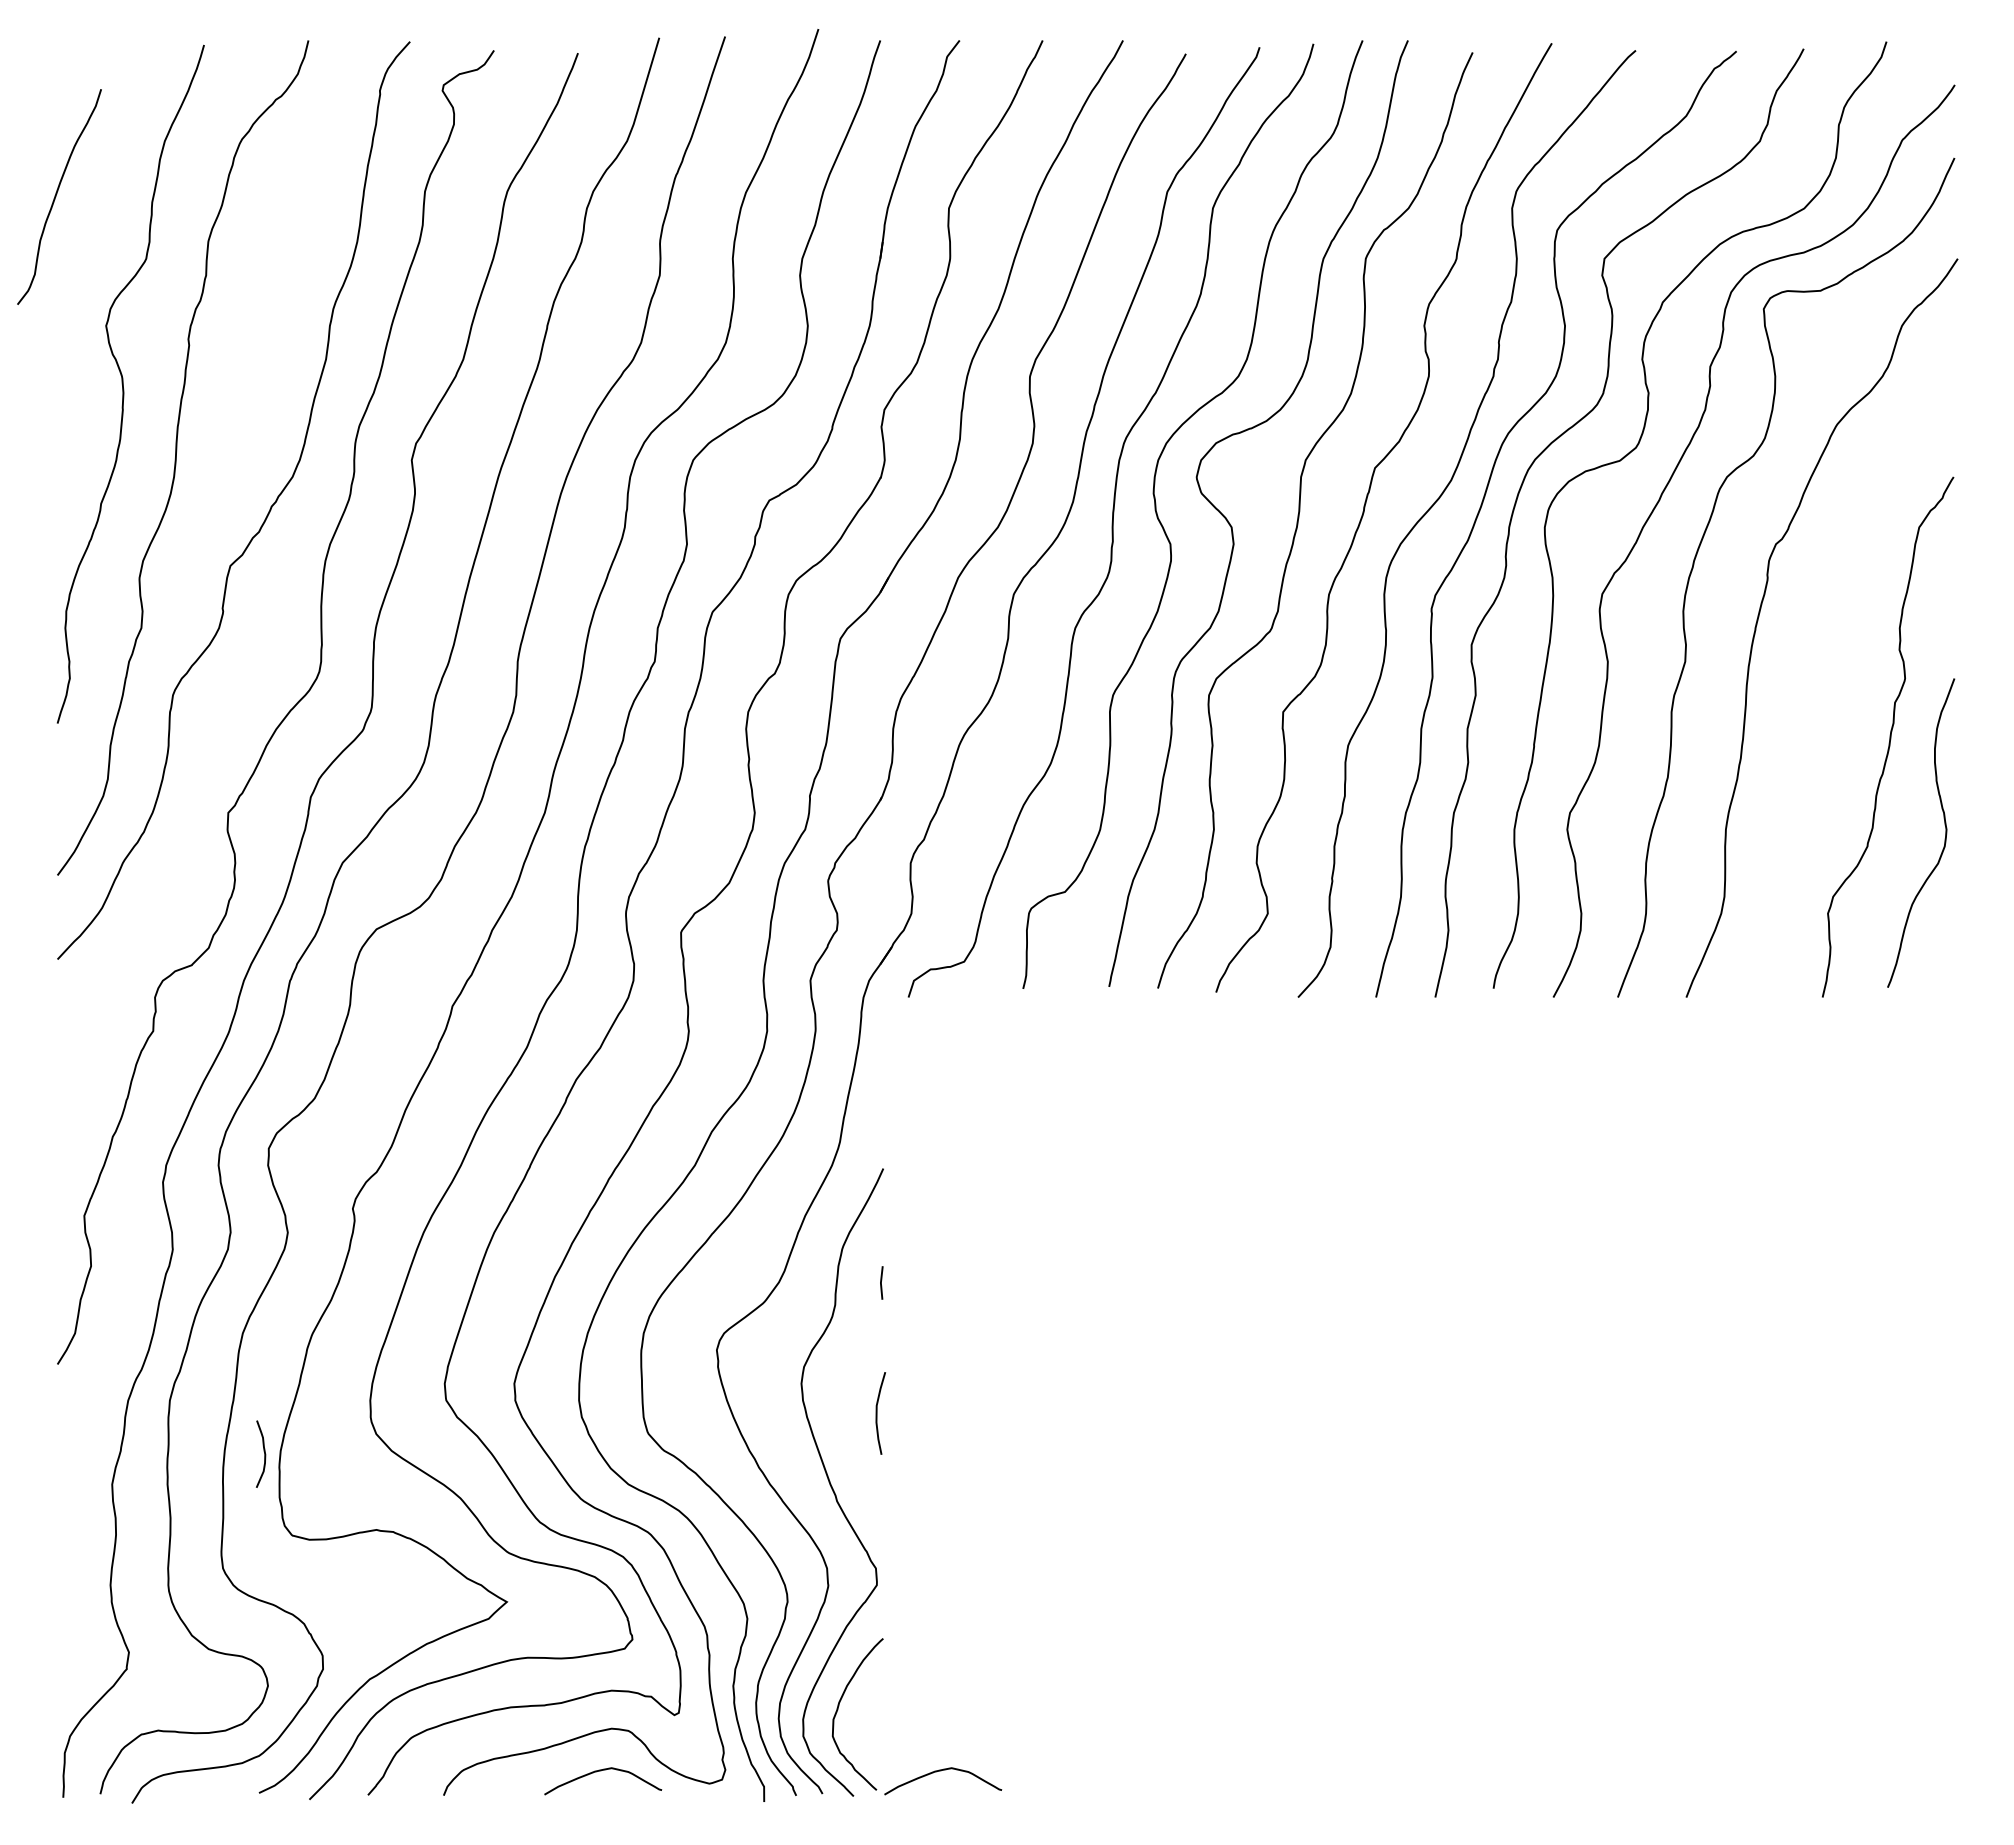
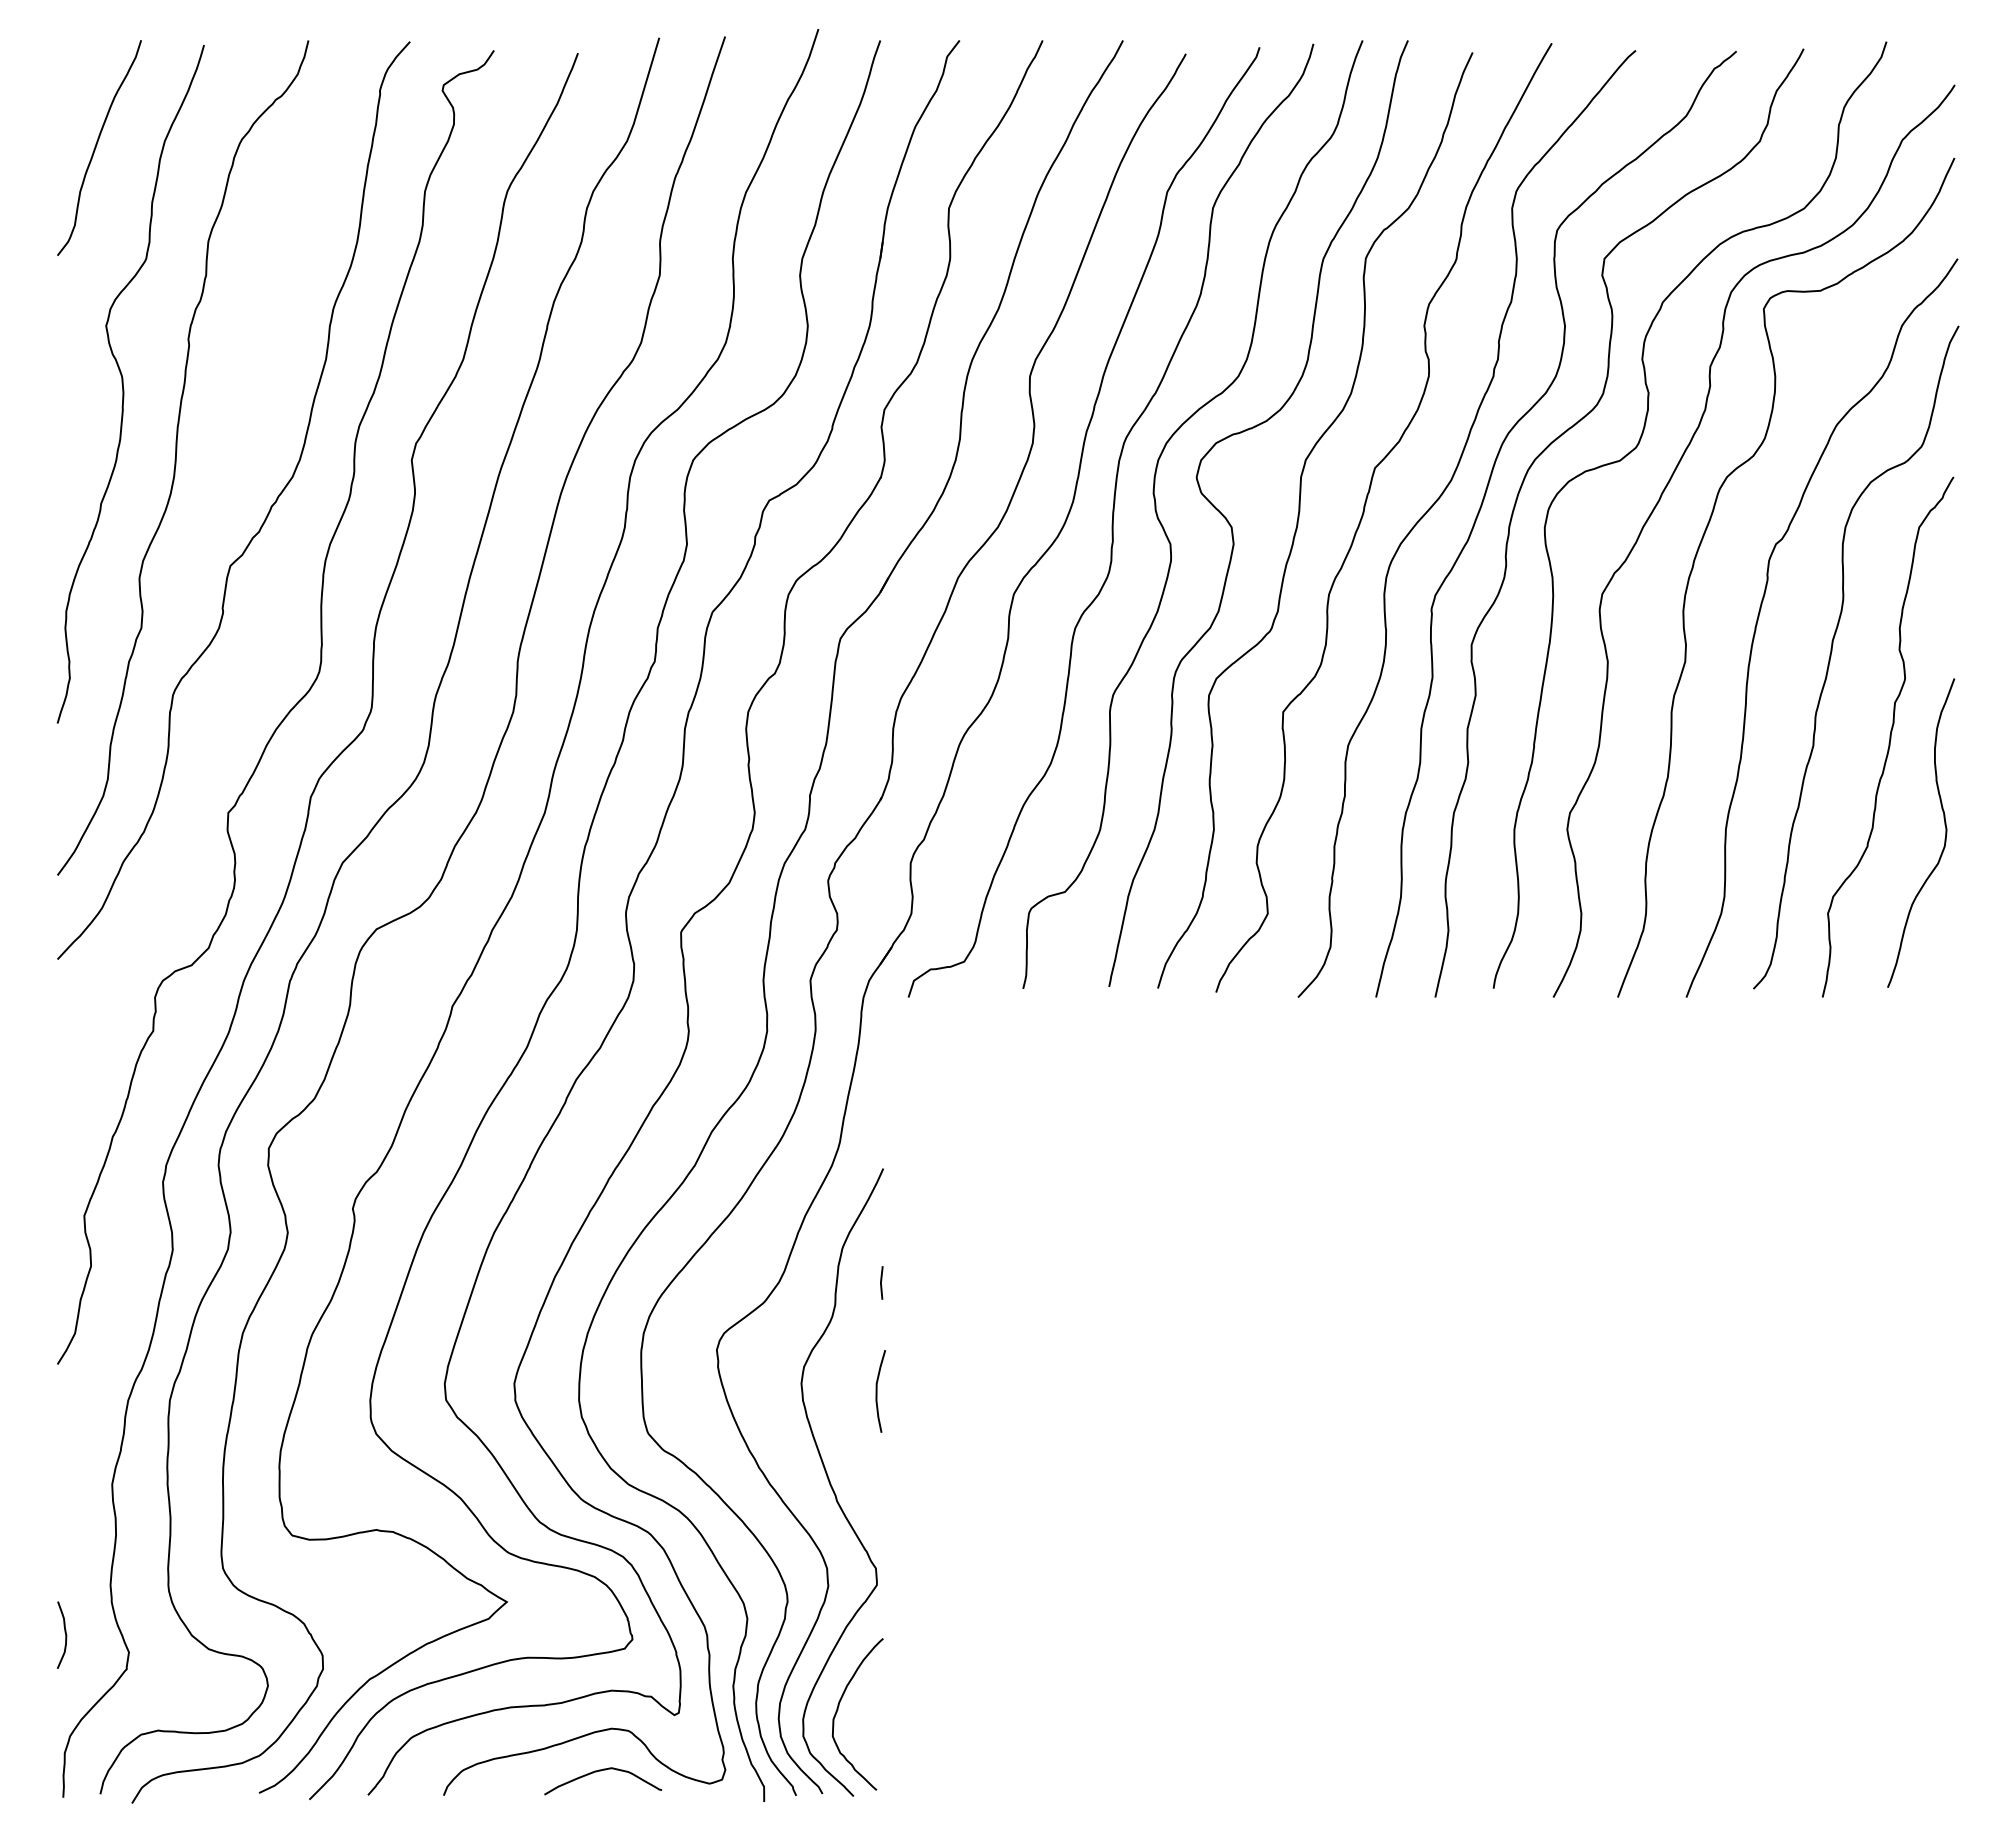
curve at (57, 194) position: (57, 194) -> (97, 145)
curve at (1832, 651): none -> present
curve at (877, 1413) position: (877, 1413) -> (877, 1391)
curve at (263, 1451) position: (263, 1451) -> (64, 1632)
curve at (941, 1771): present -> none
